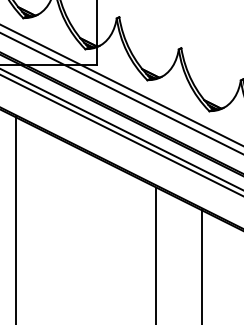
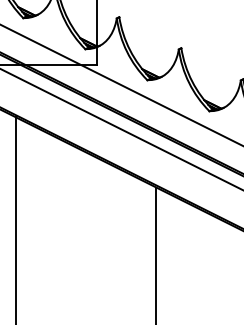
line at (121, 93): present -> none
line at (121, 134): present -> none
line at (202, 265): present -> none
